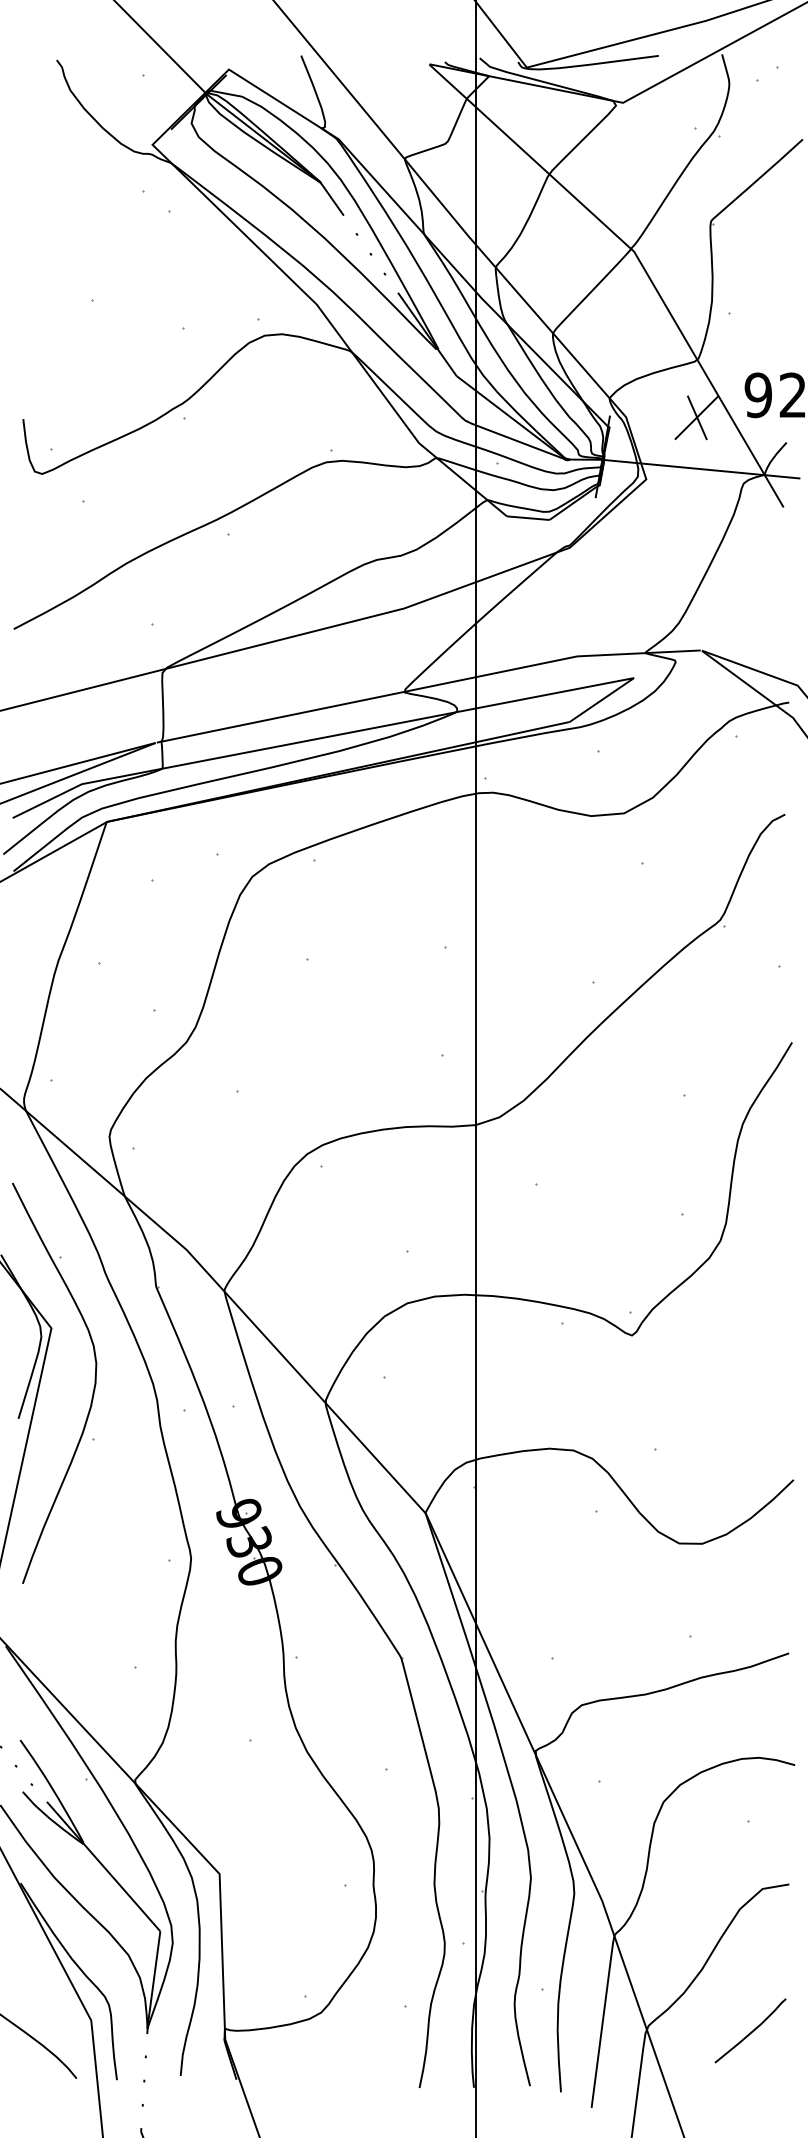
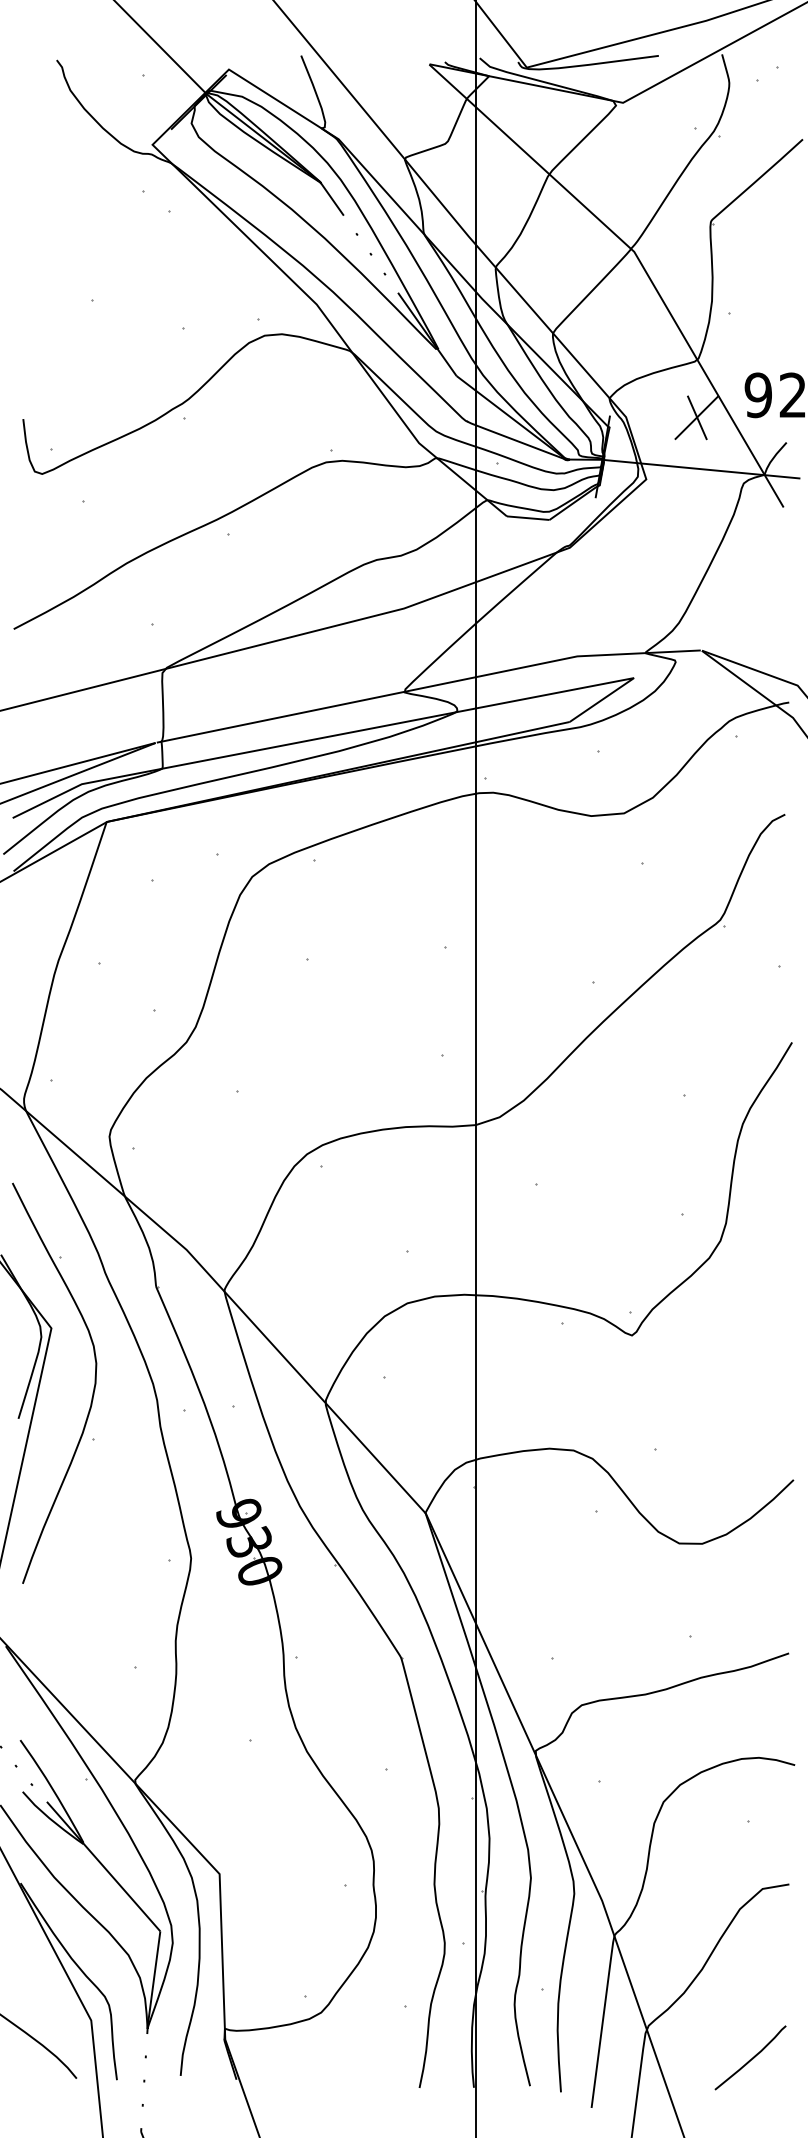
curve at (751, 2031) position: (751, 2031) -> (751, 2058)
